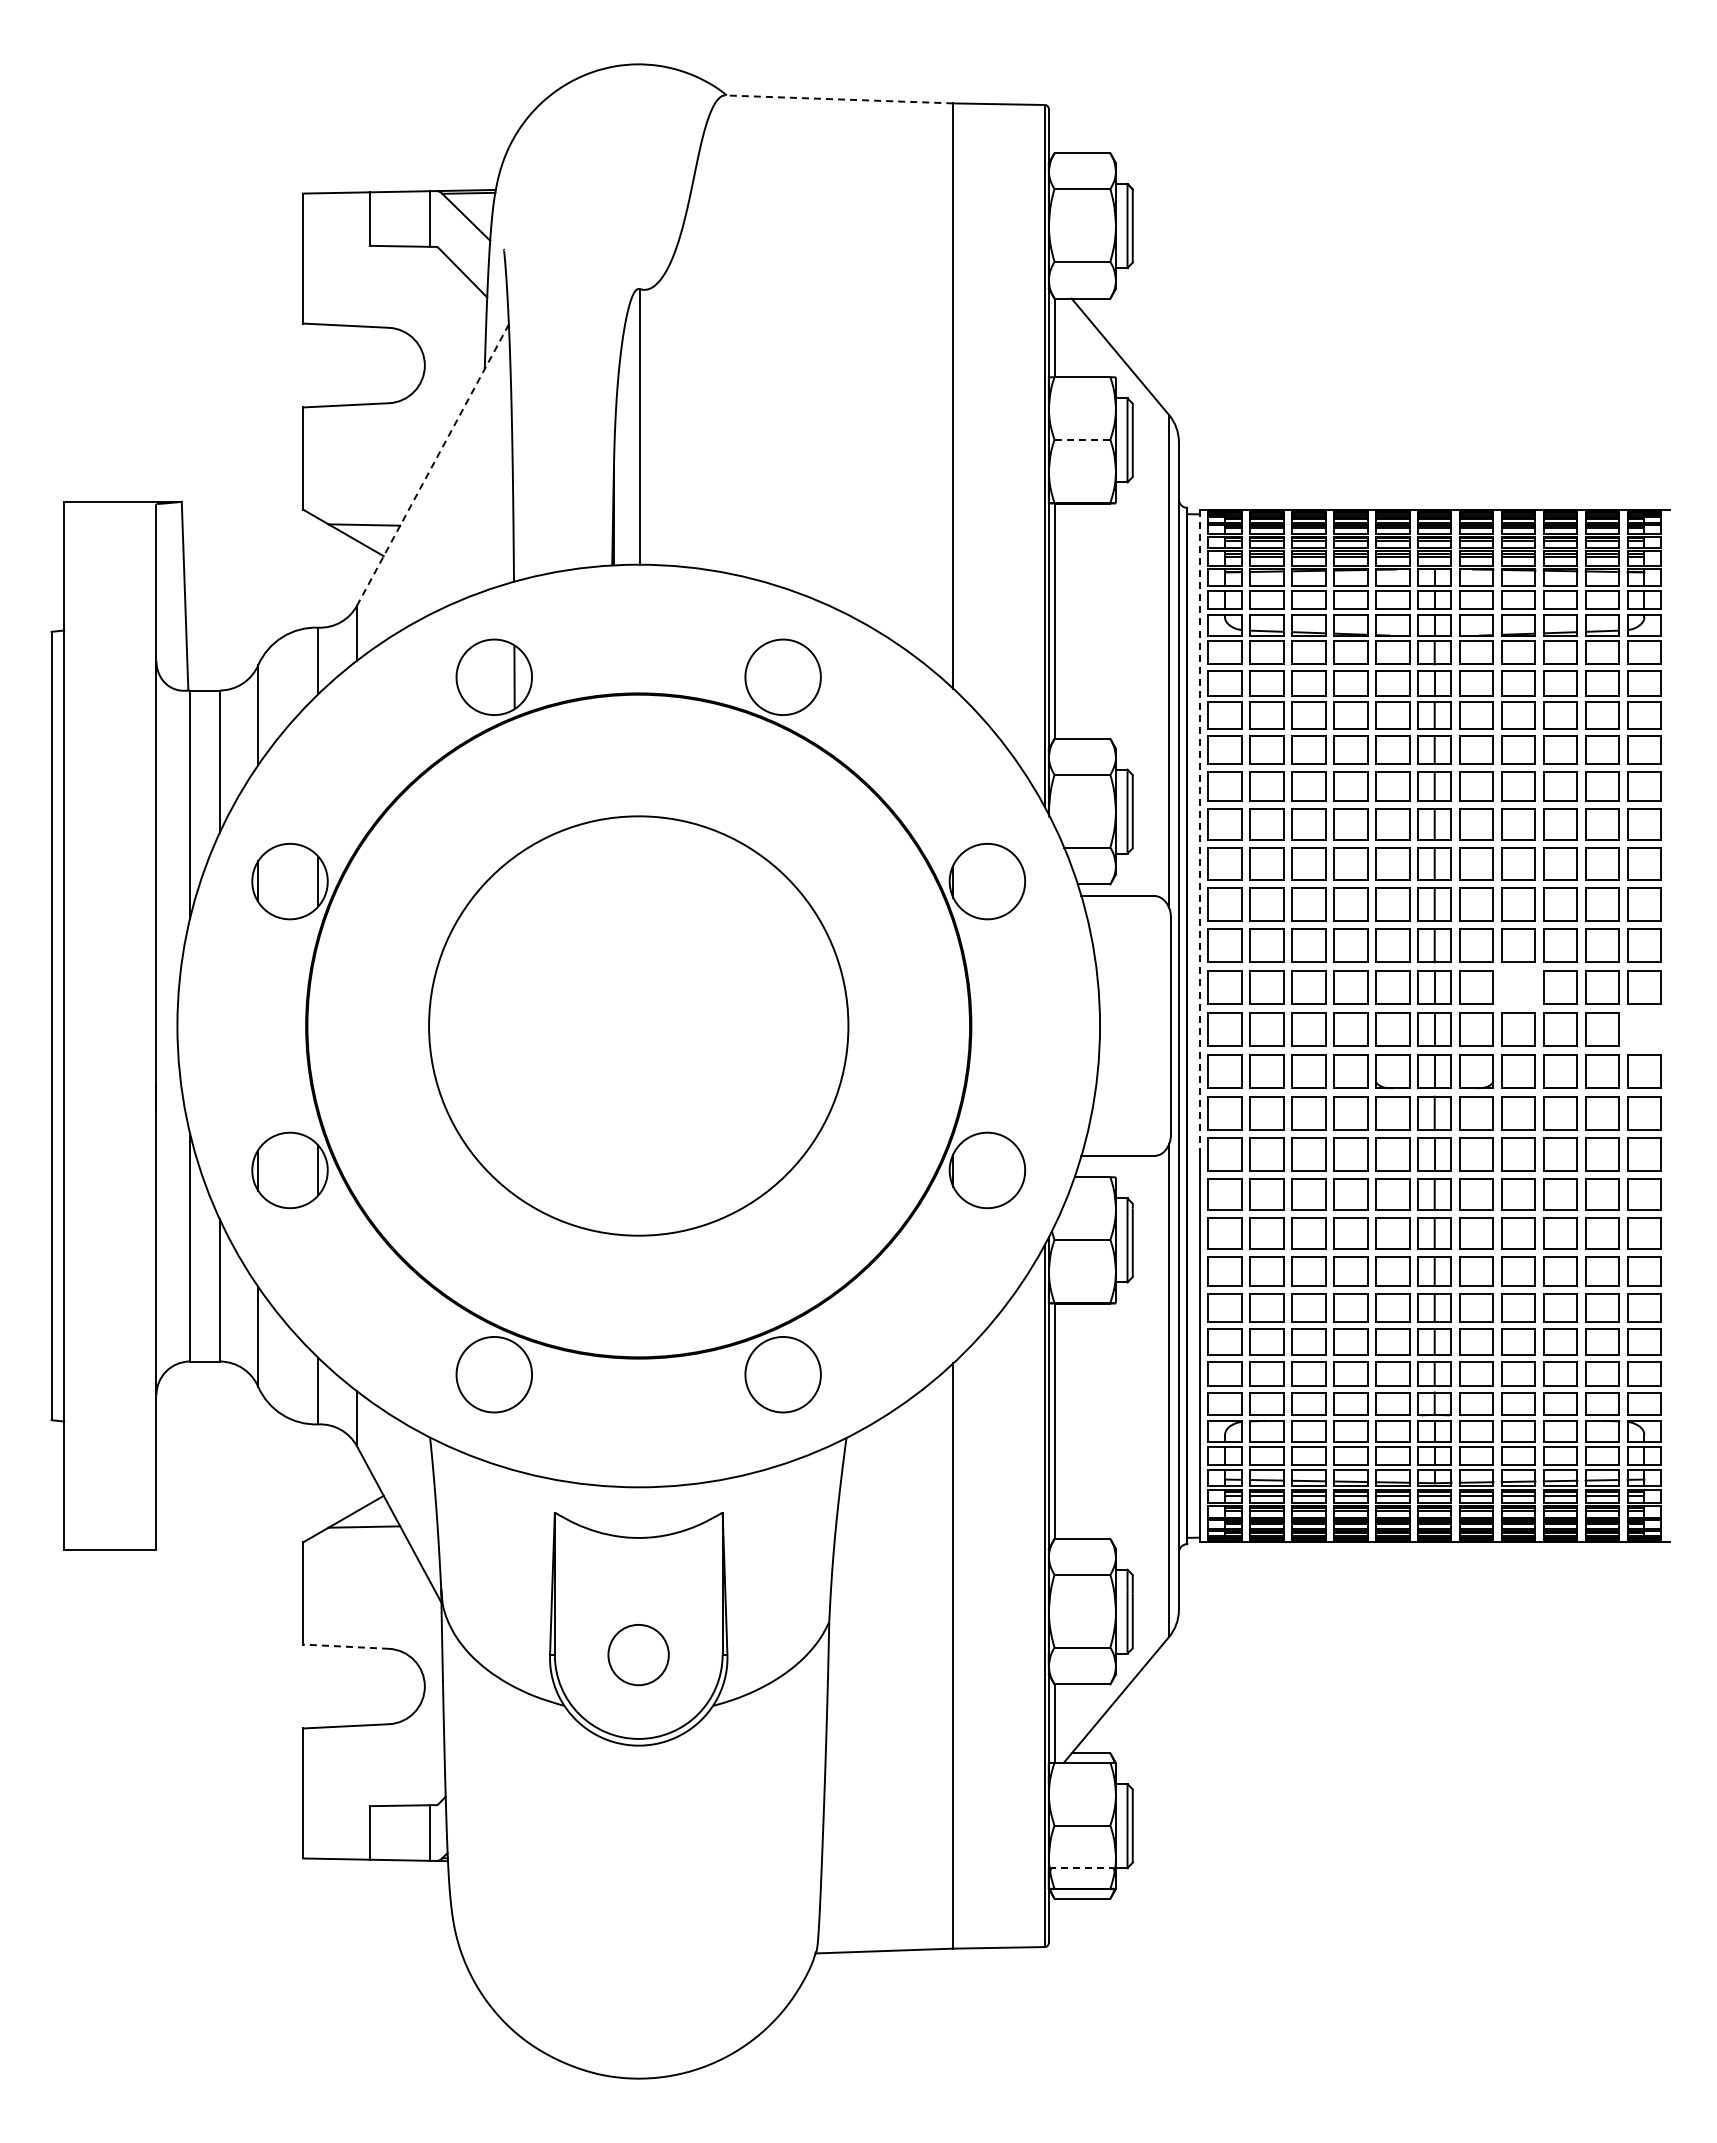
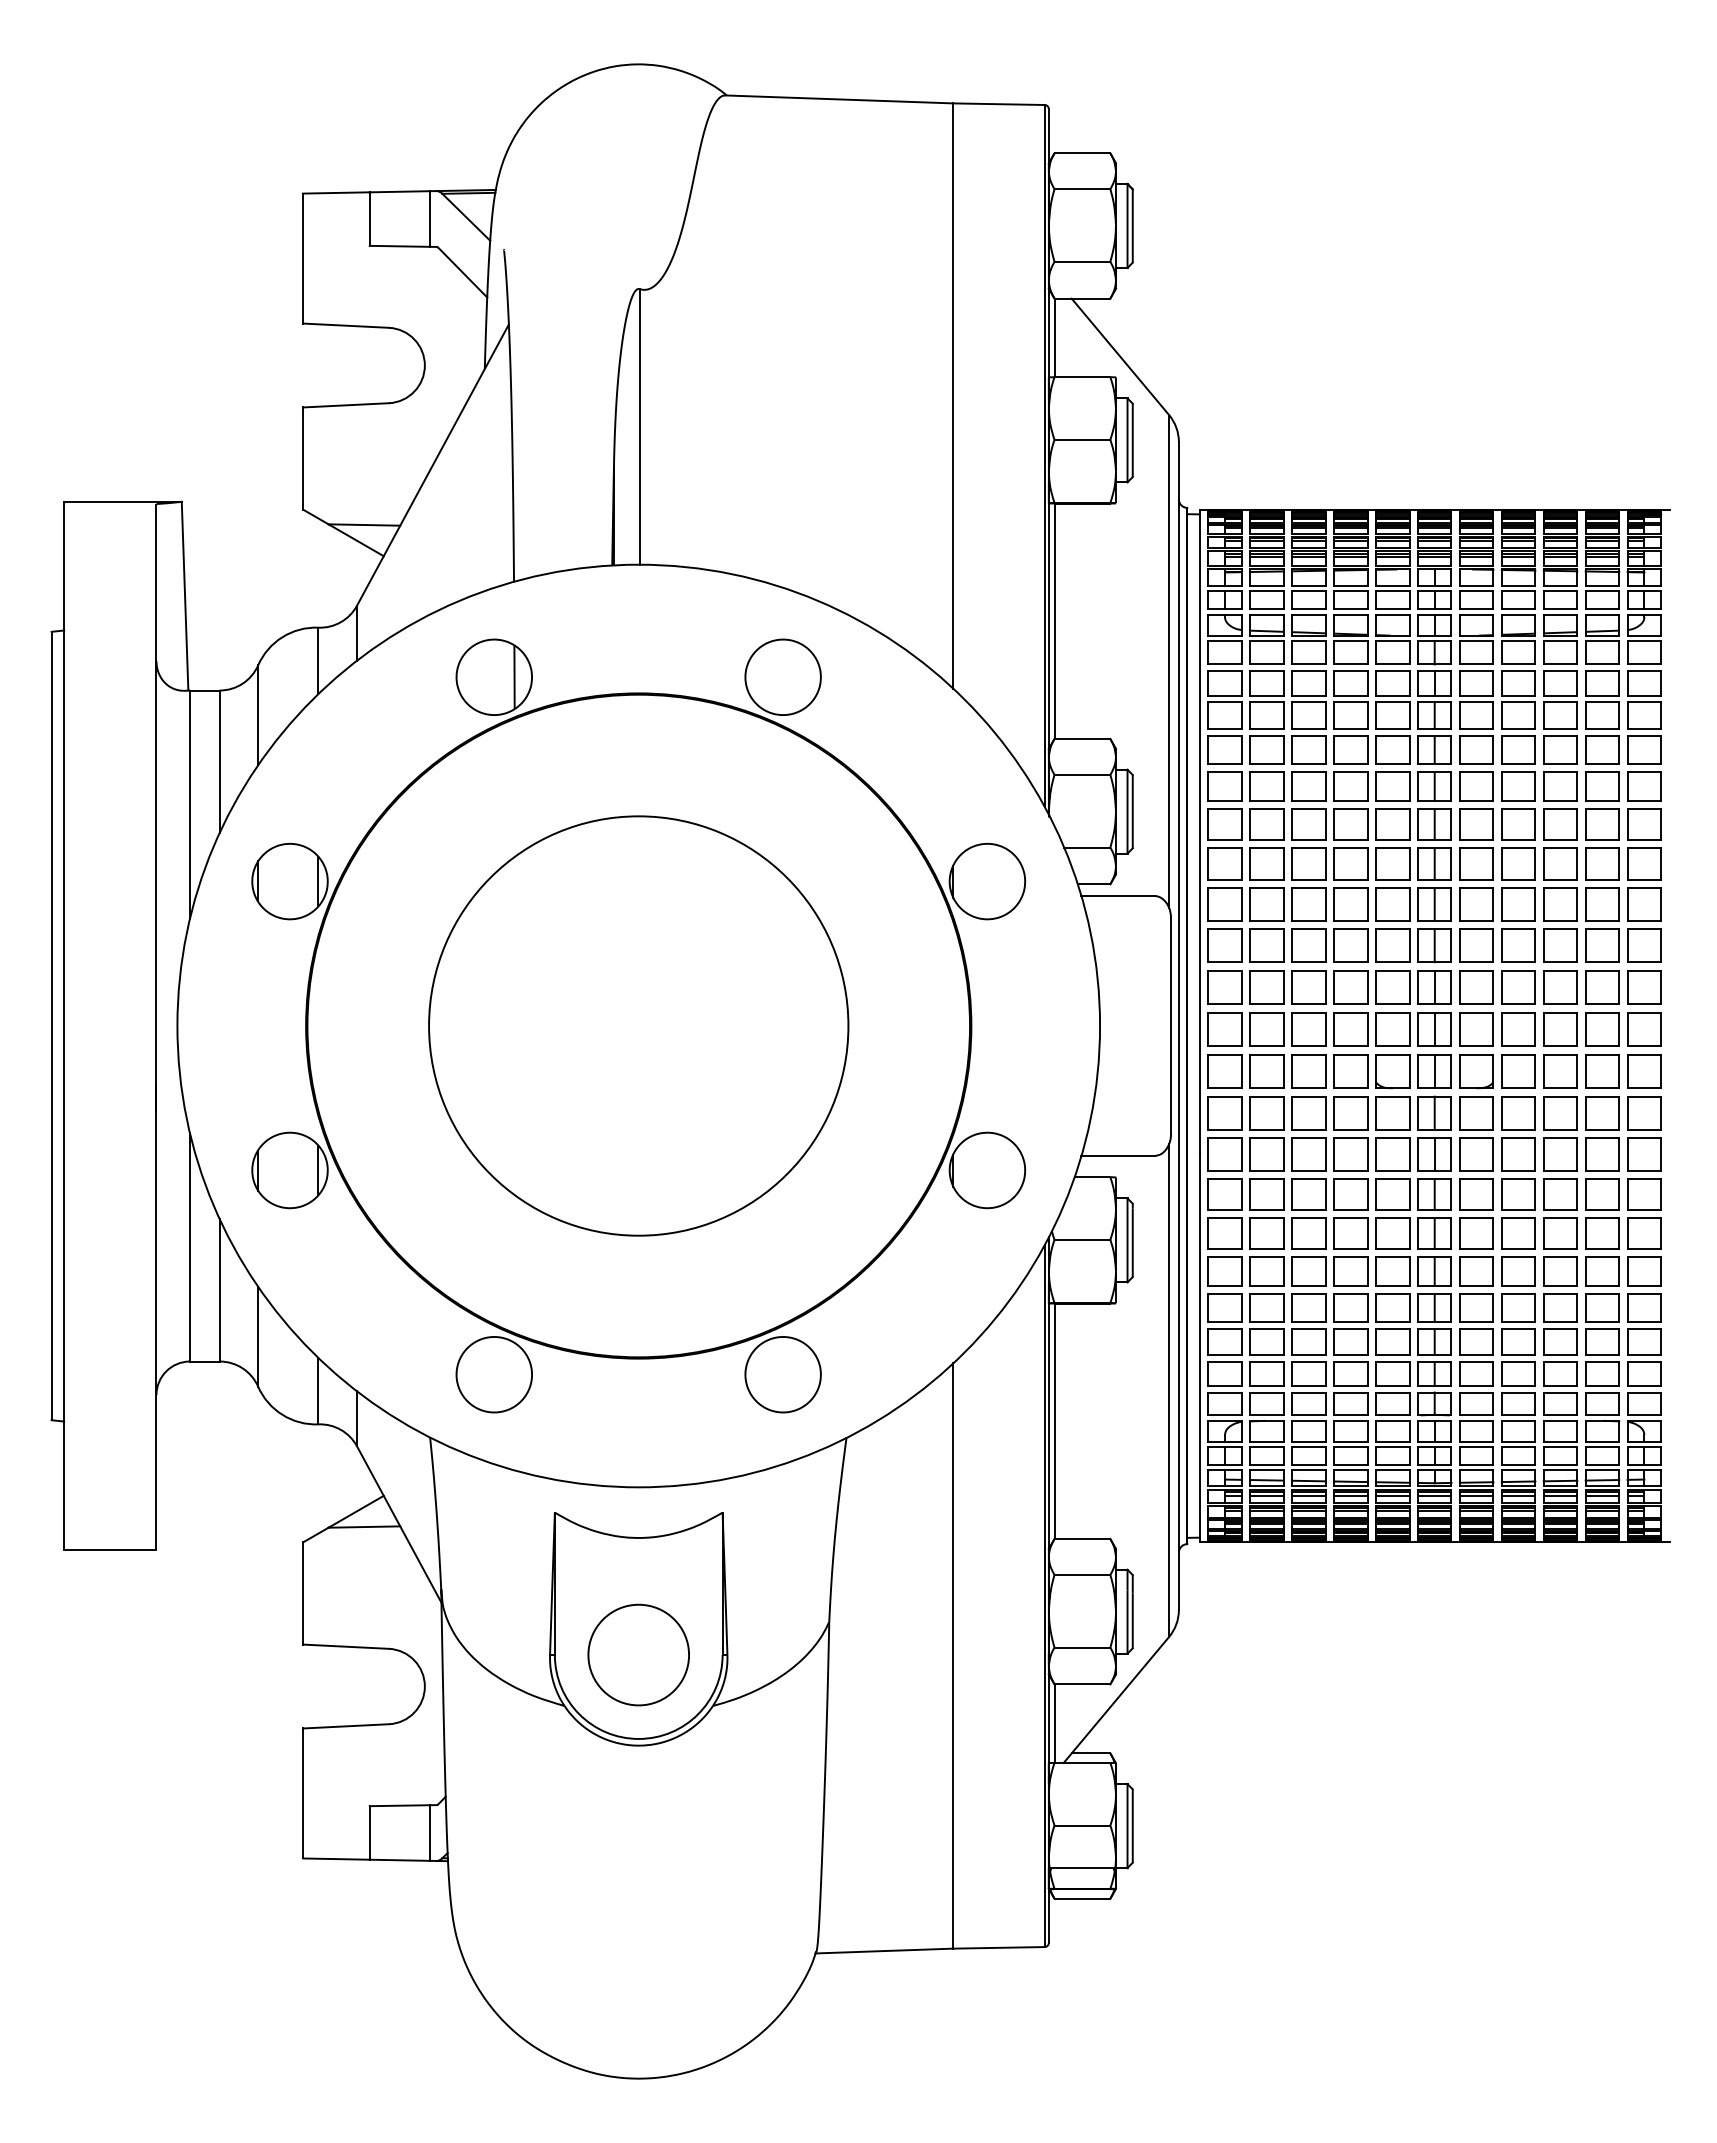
line at (838, 99): dashed -> solid
line at (1082, 439): dashed -> solid
line at (432, 465): dashed -> solid
line at (1199, 832): dashed -> solid
part at (1518, 987): none -> present
part at (1644, 1029): none -> present
line at (346, 1646): dashed -> solid
circle at (638, 1655) size: 63x63 px -> 103x104 px
line at (1081, 1868): dashed -> solid
